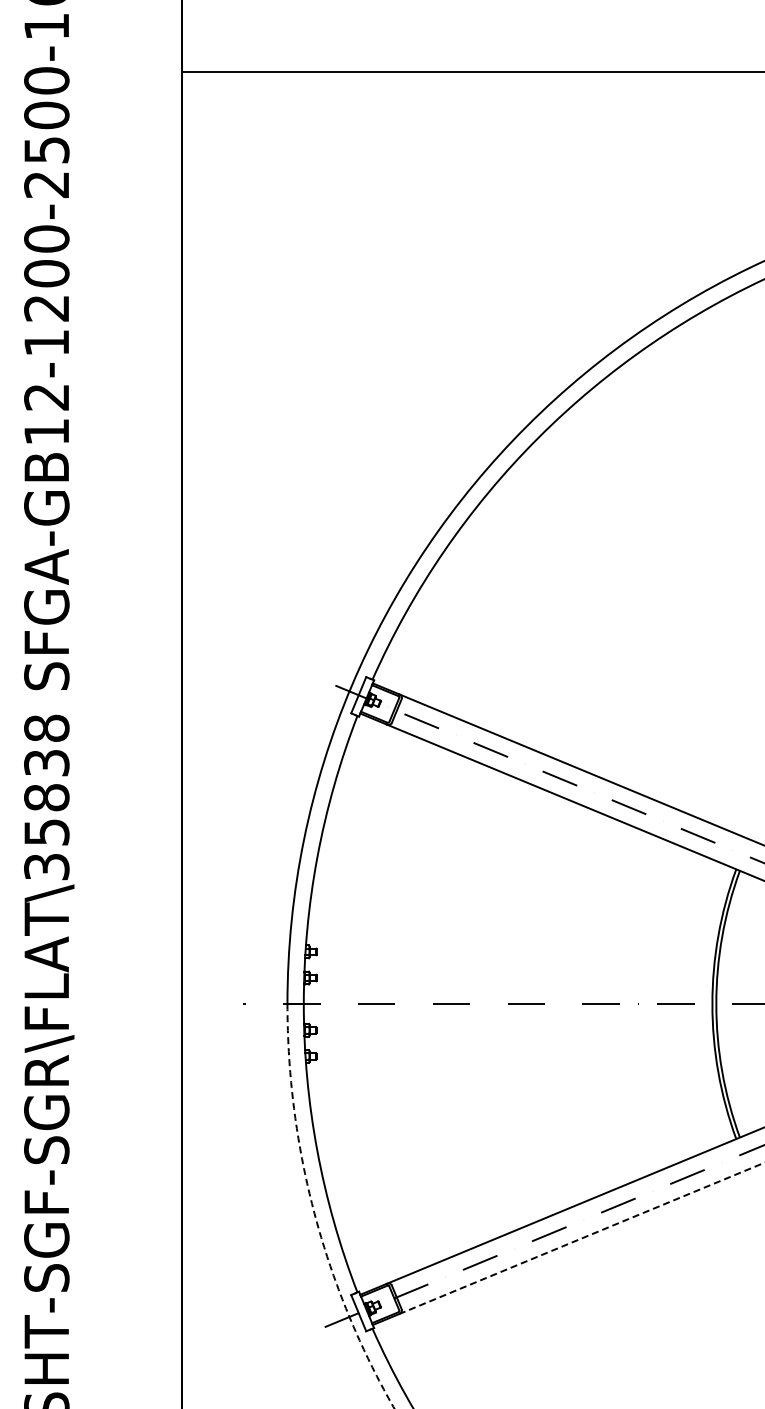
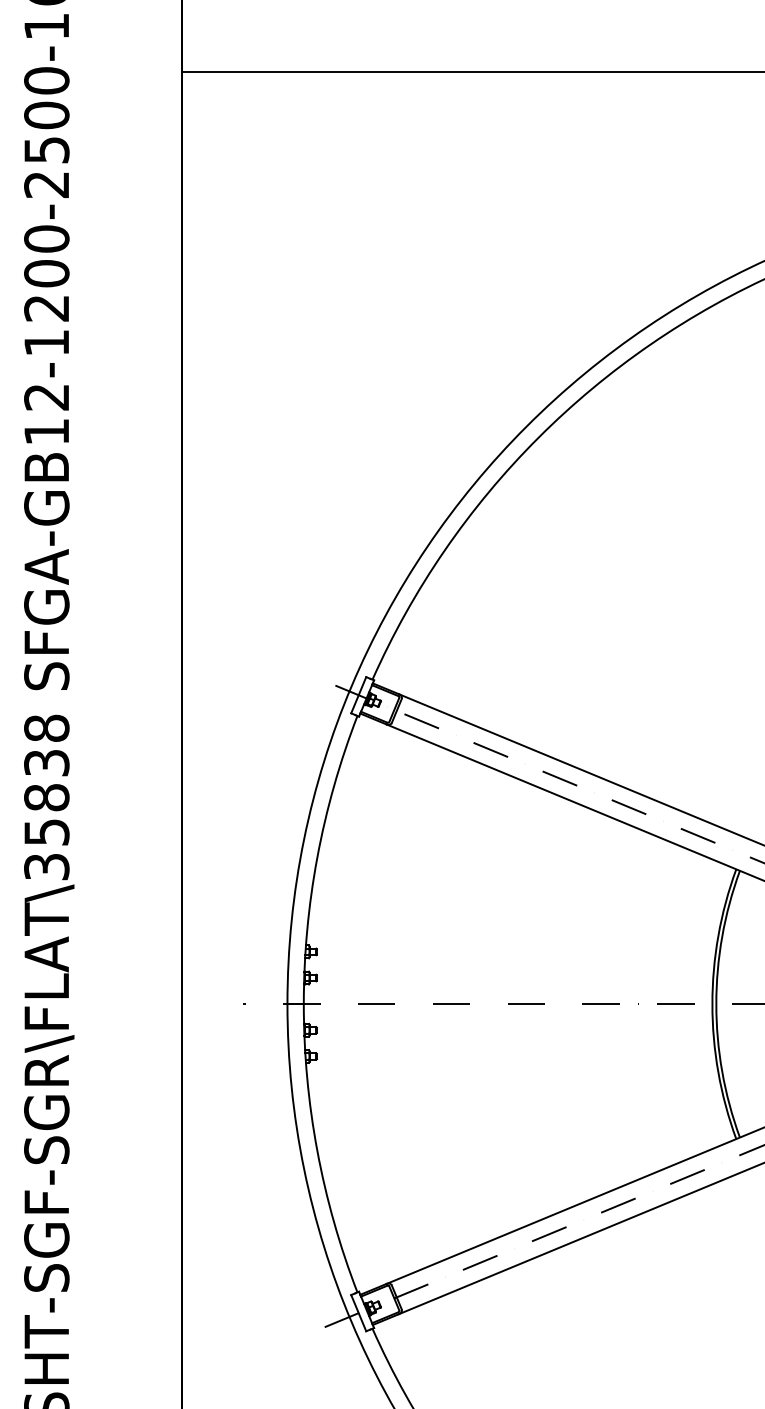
arc at (314, 1213): dashed -> solid
line at (581, 1238): dashed -> solid
